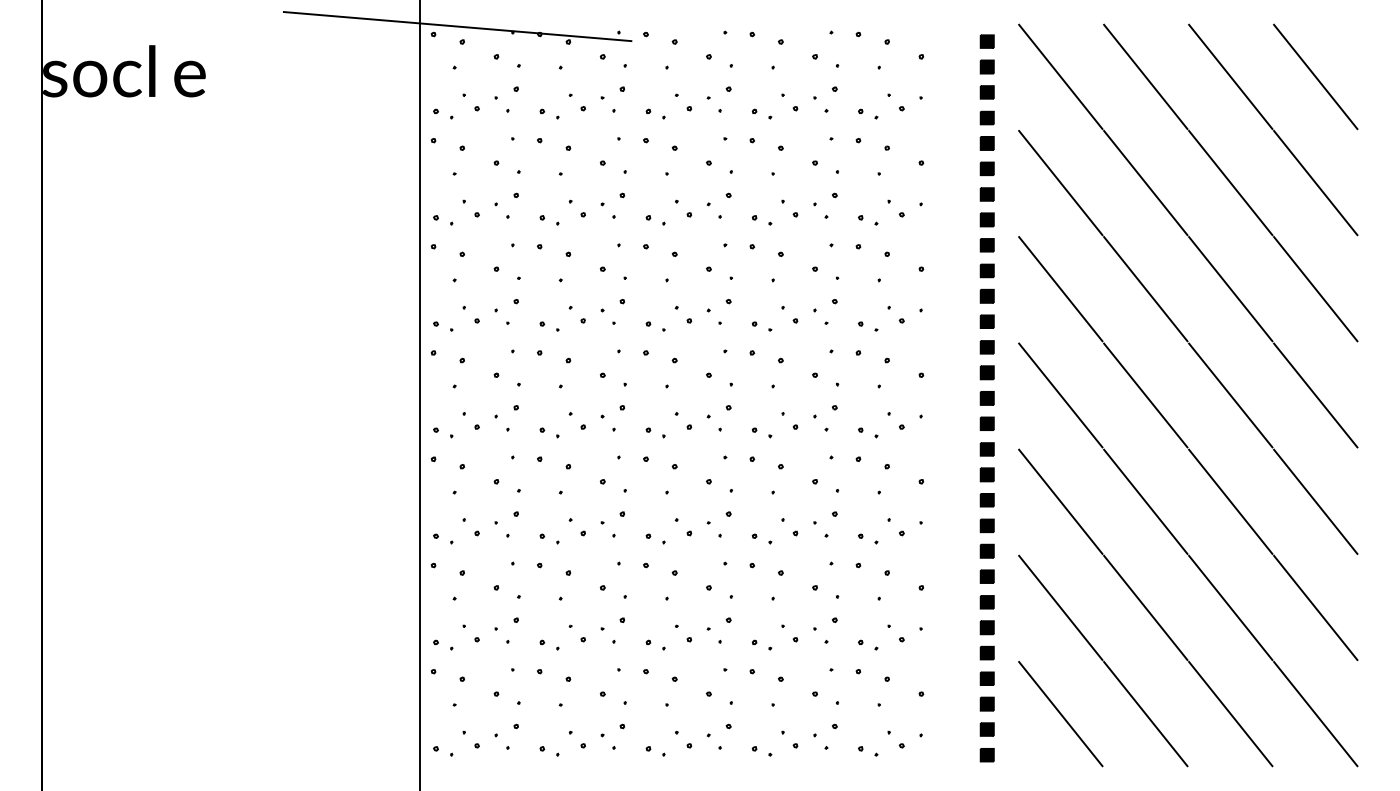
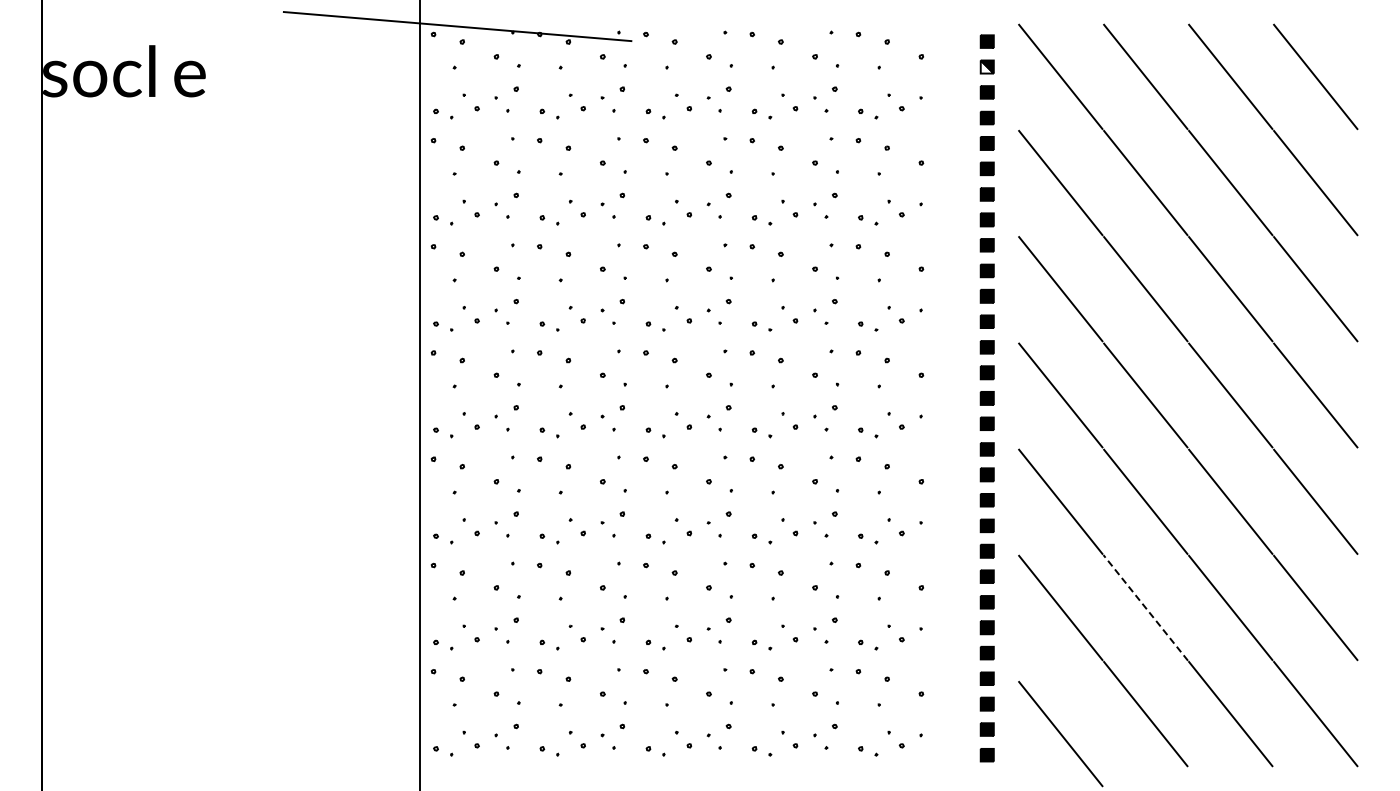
fill at (986, 66): present -> none
line at (1145, 607): solid -> dashed
line at (1060, 713) position: (1060, 713) -> (1060, 733)
